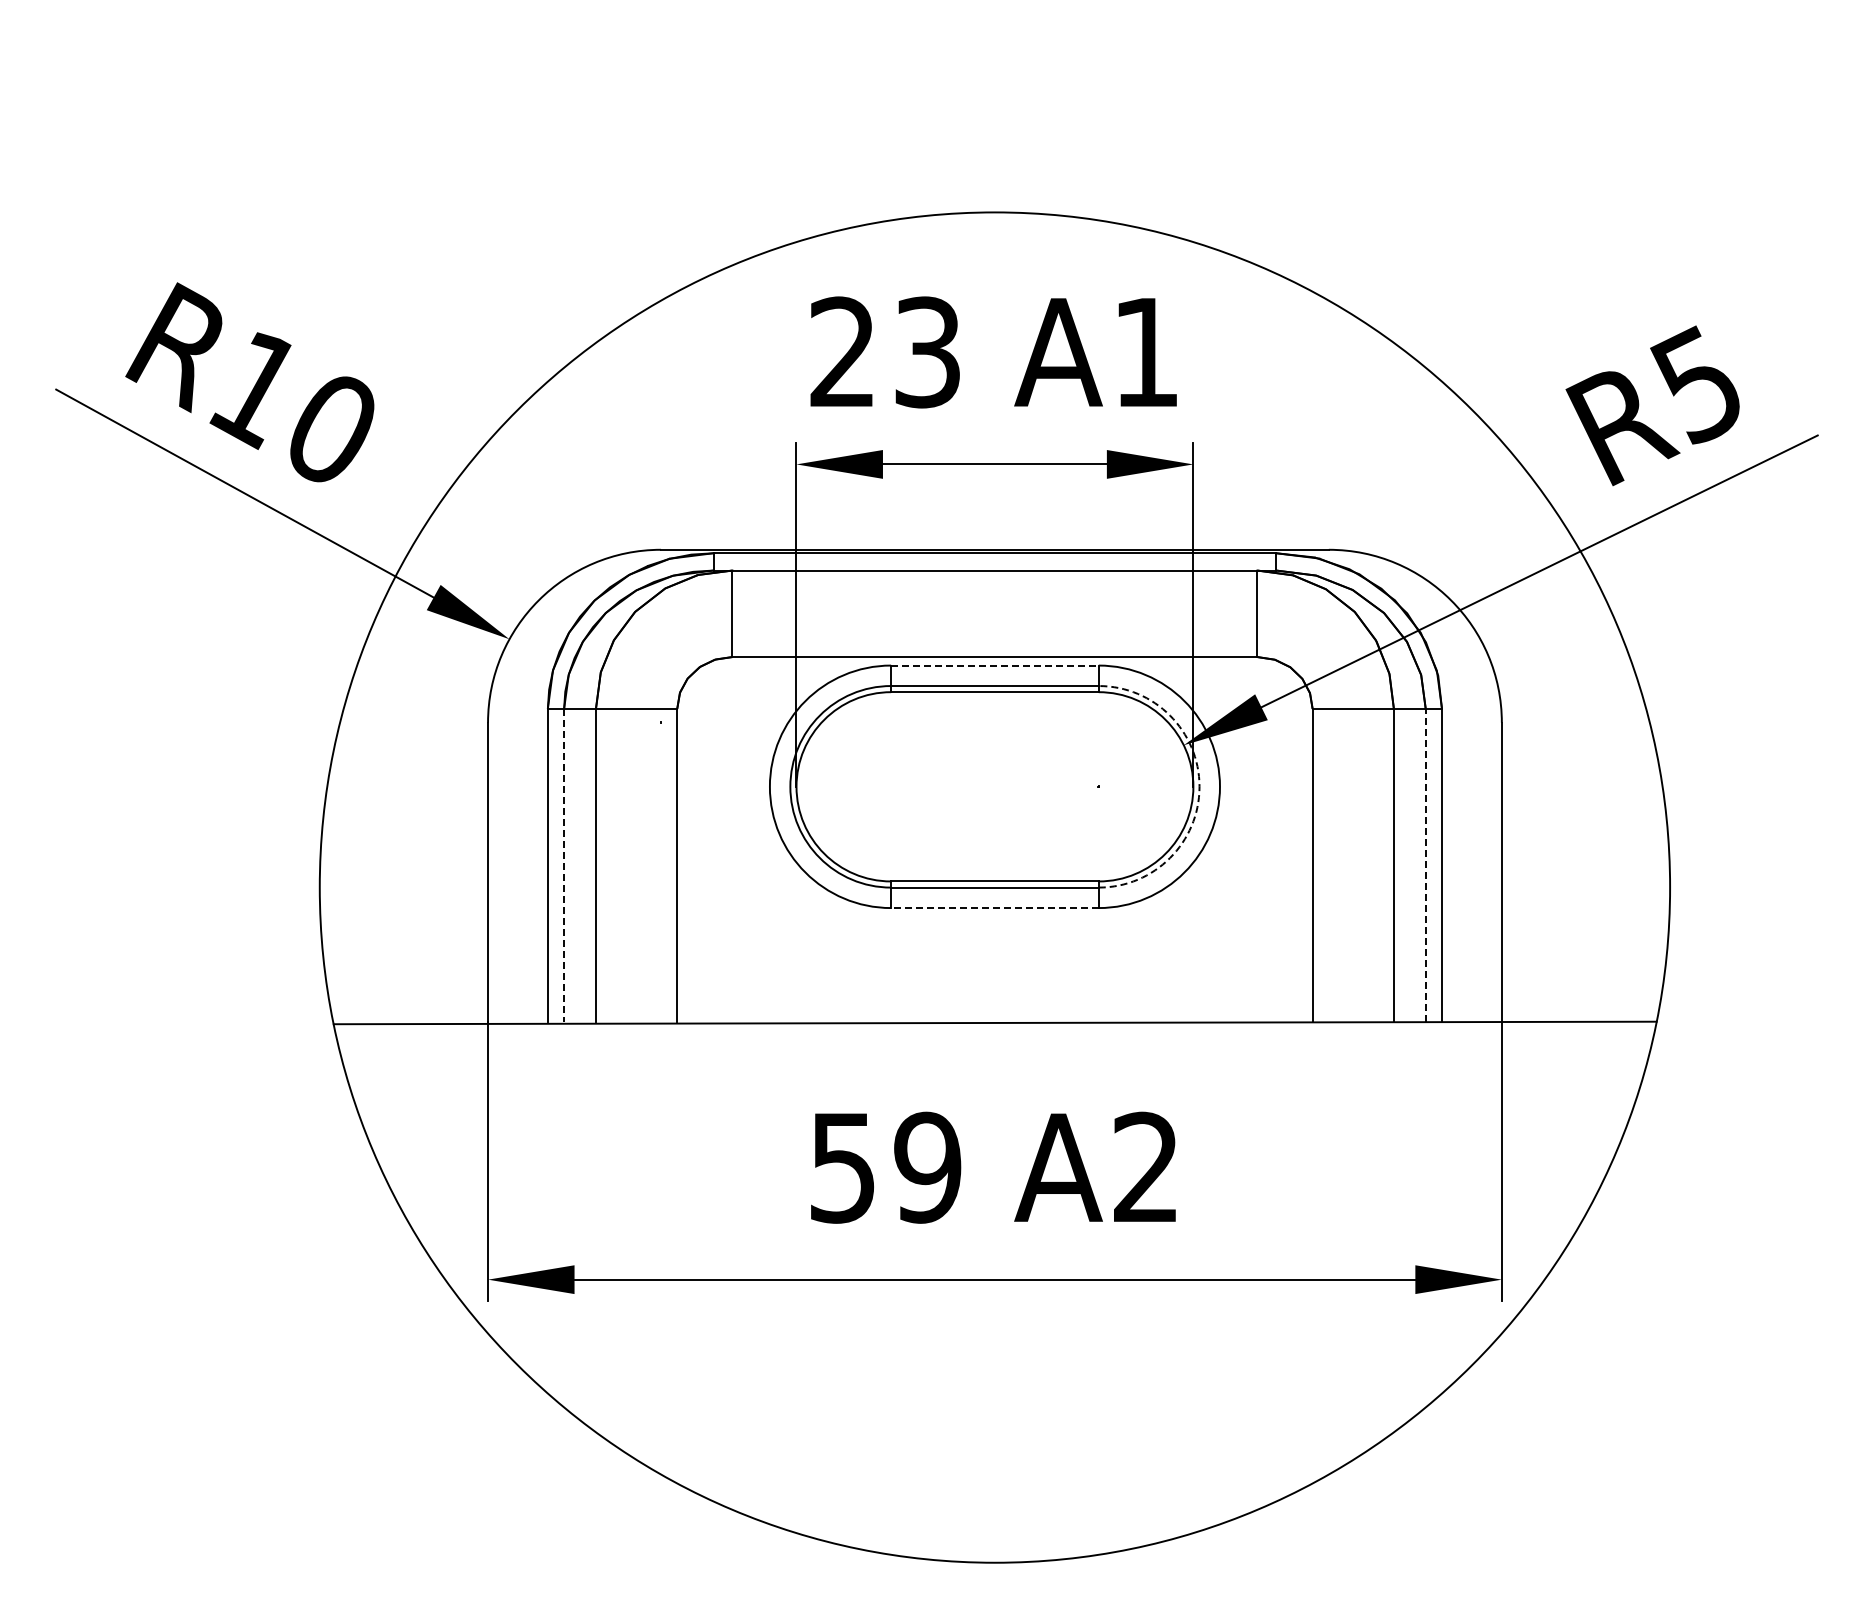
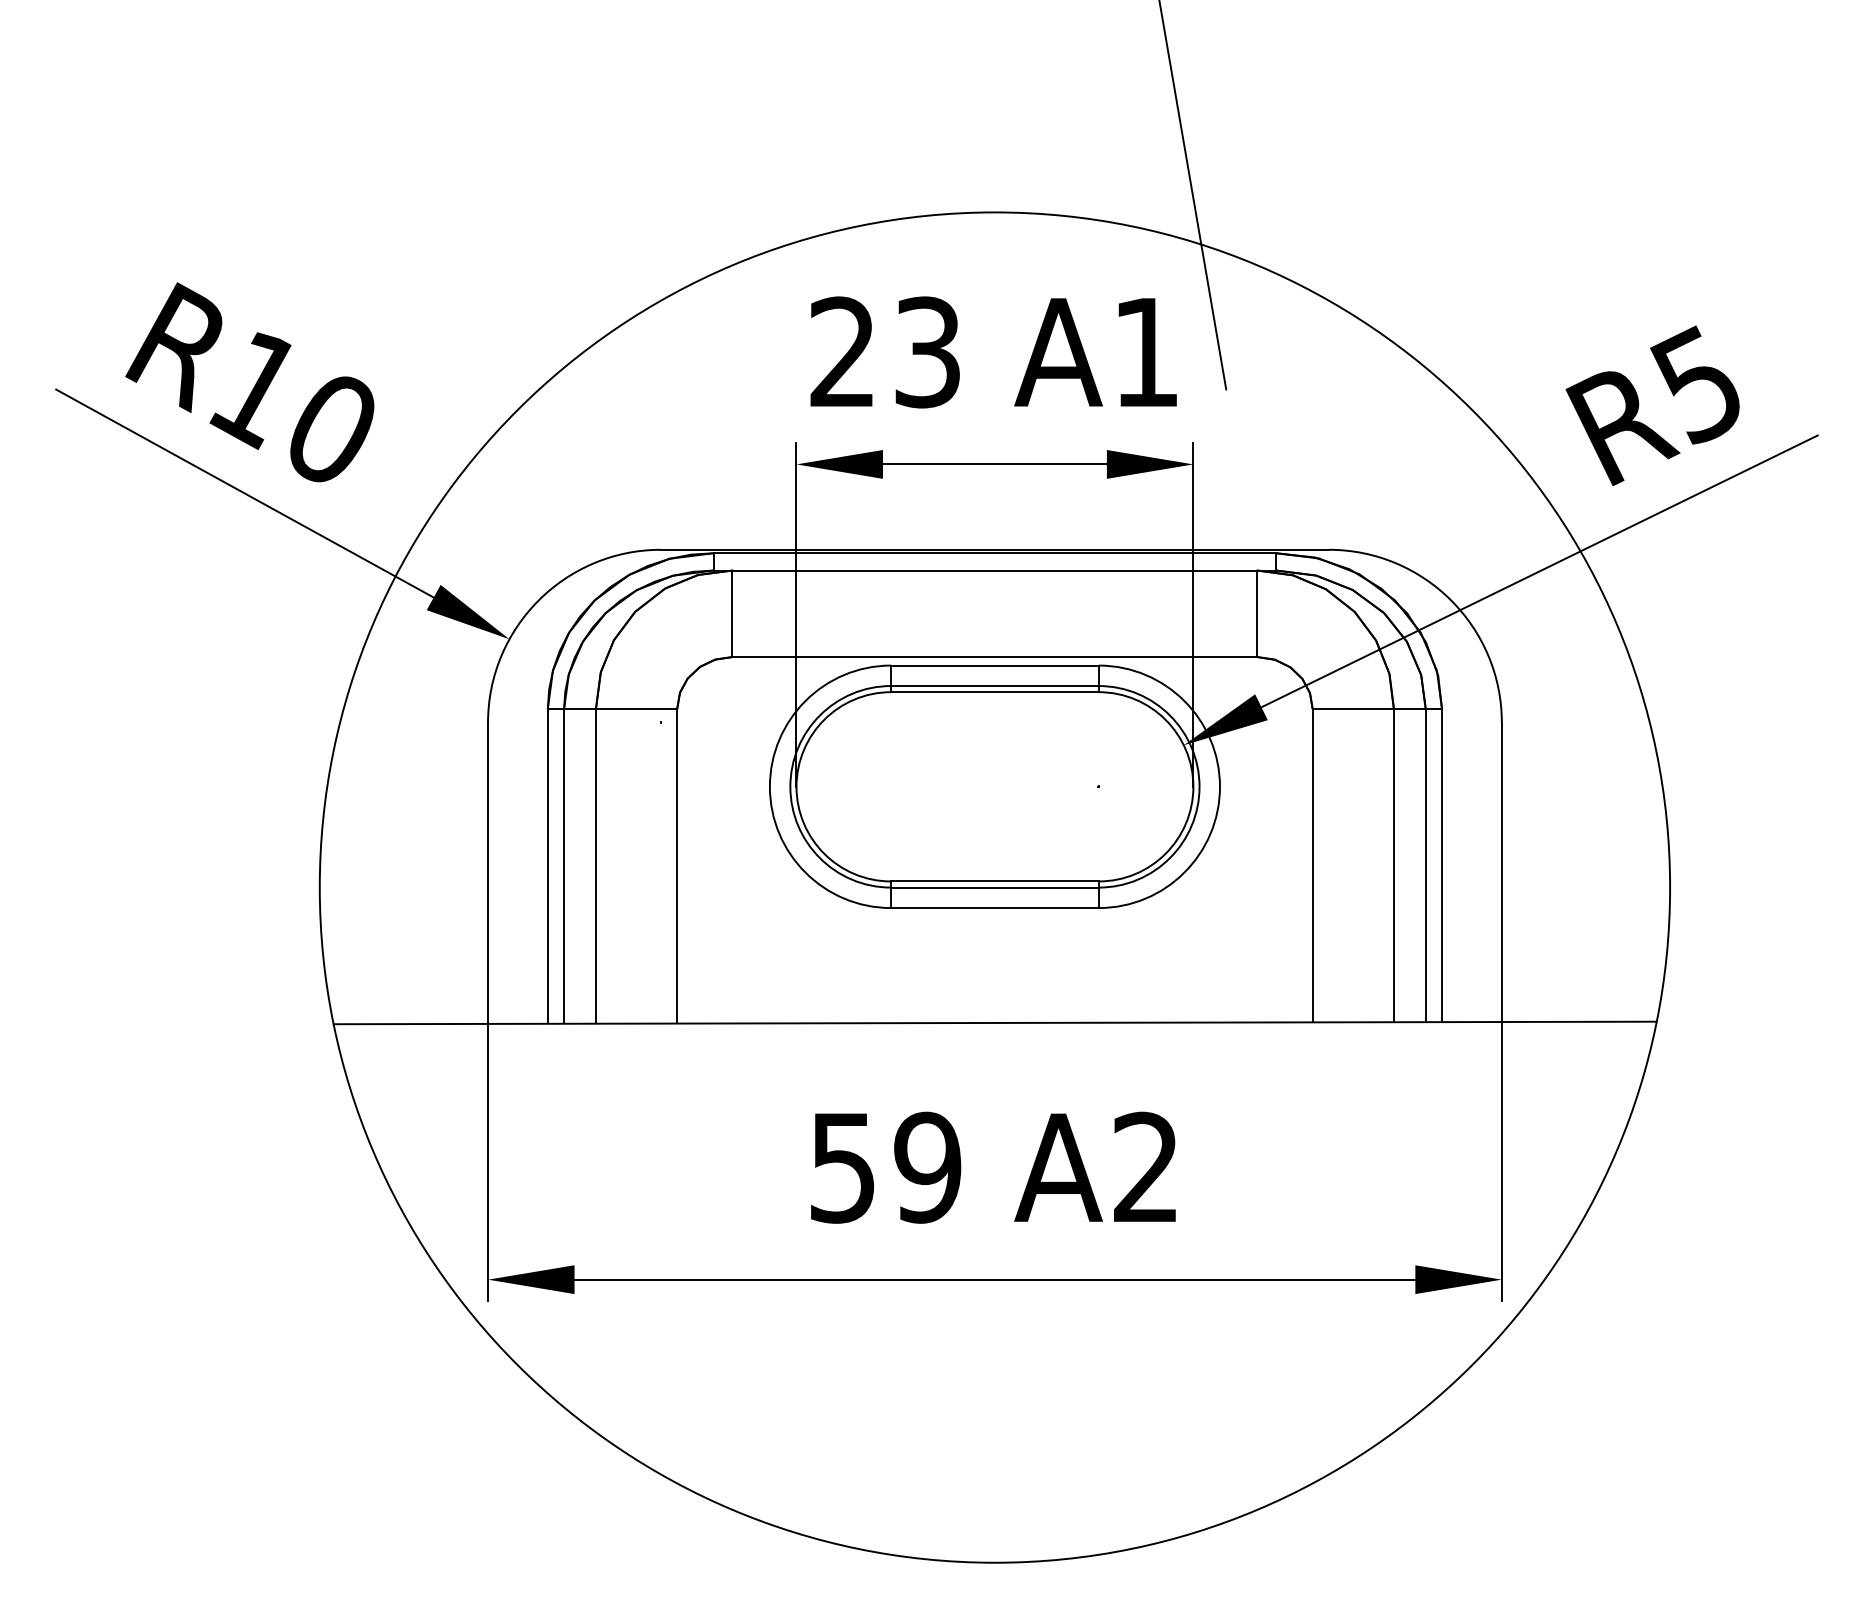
line at (1192, 195): none -> present
line at (994, 665): dashed -> solid
arc at (1199, 786): dashed -> solid
line at (1425, 864): dashed -> solid
line at (564, 865): dashed -> solid
line at (994, 908): dashed -> solid
